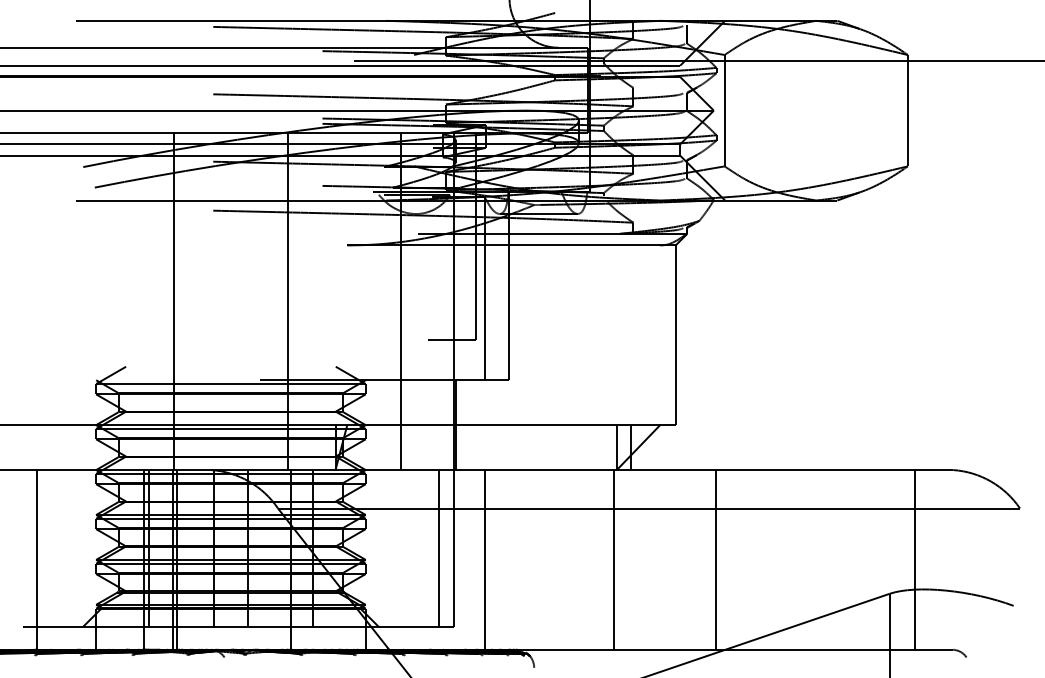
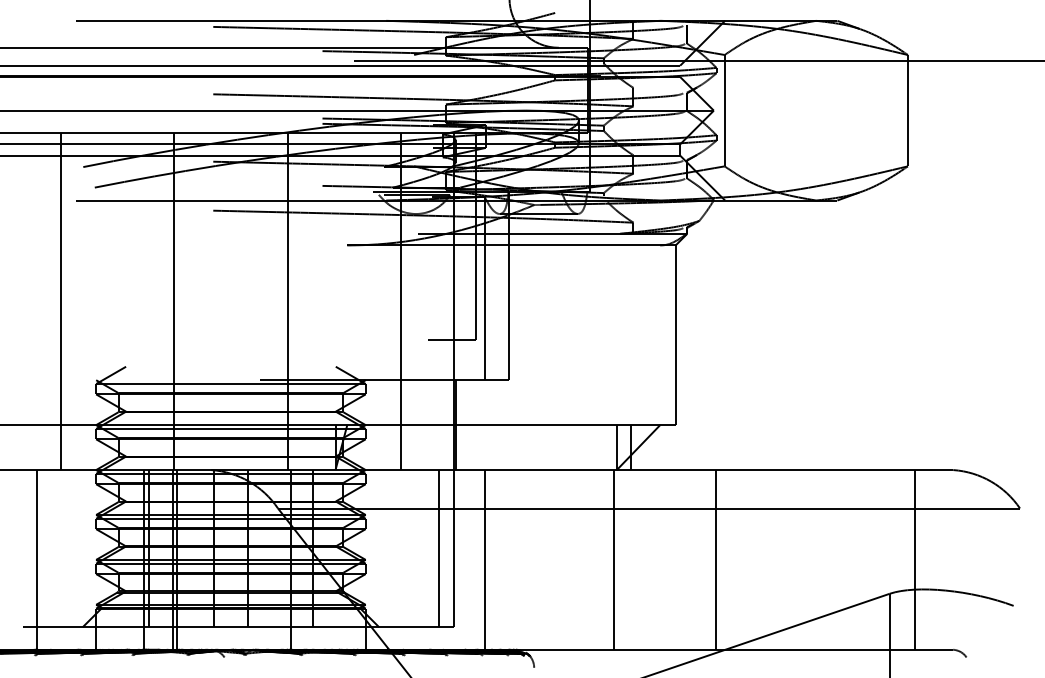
line at (61, 301): none -> present
